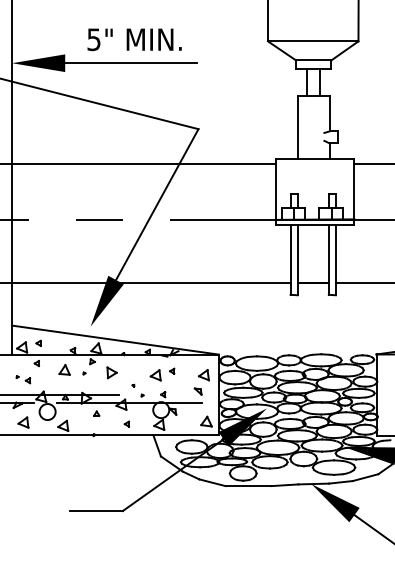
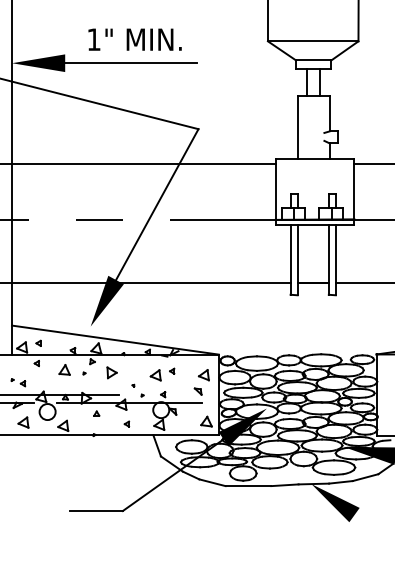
text at (93, 39): 5" -> 1"
part at (23, 379) position: (23, 379) -> (18, 382)
line at (372, 528): present -> none
